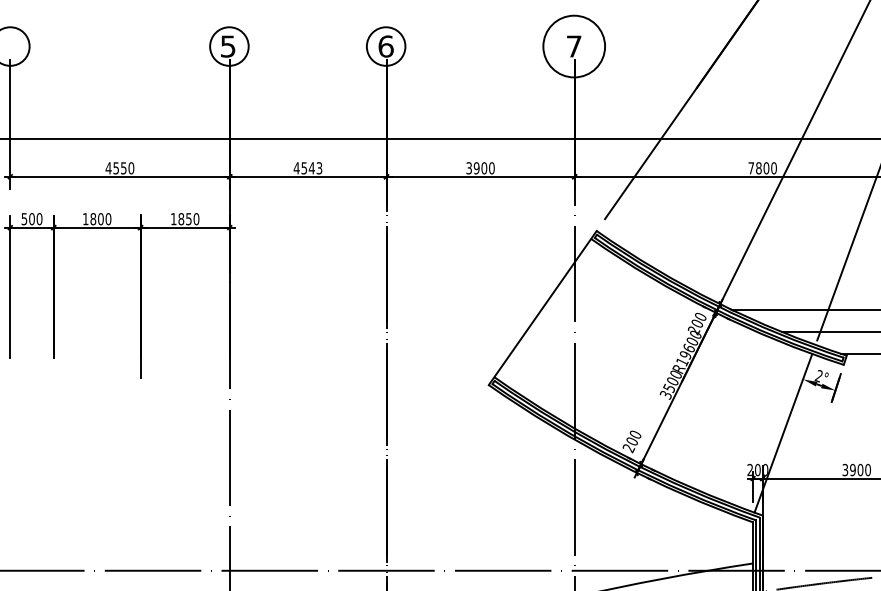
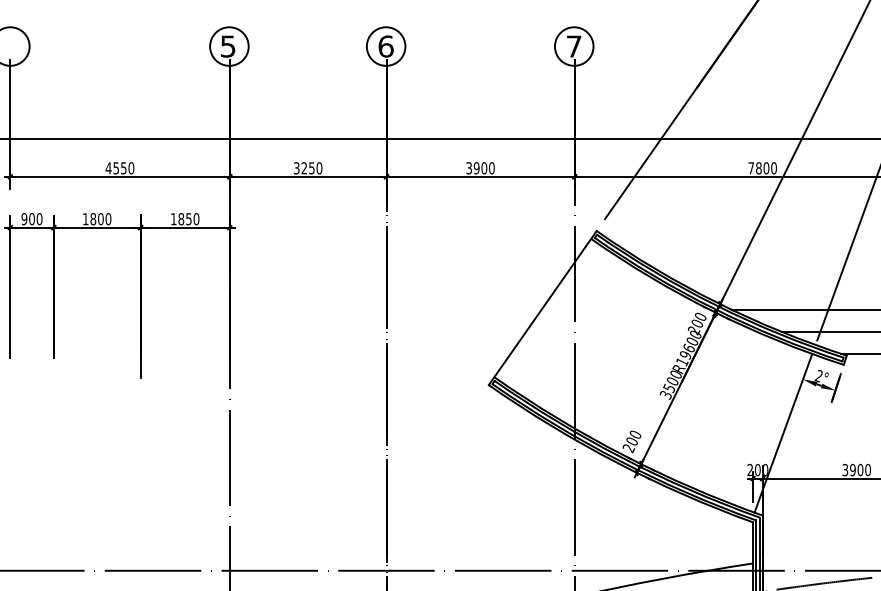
circle at (574, 46) diameter: 62 px -> 39 px
text at (307, 168): 4543 -> 3250
text at (24, 218): 500 -> 900
